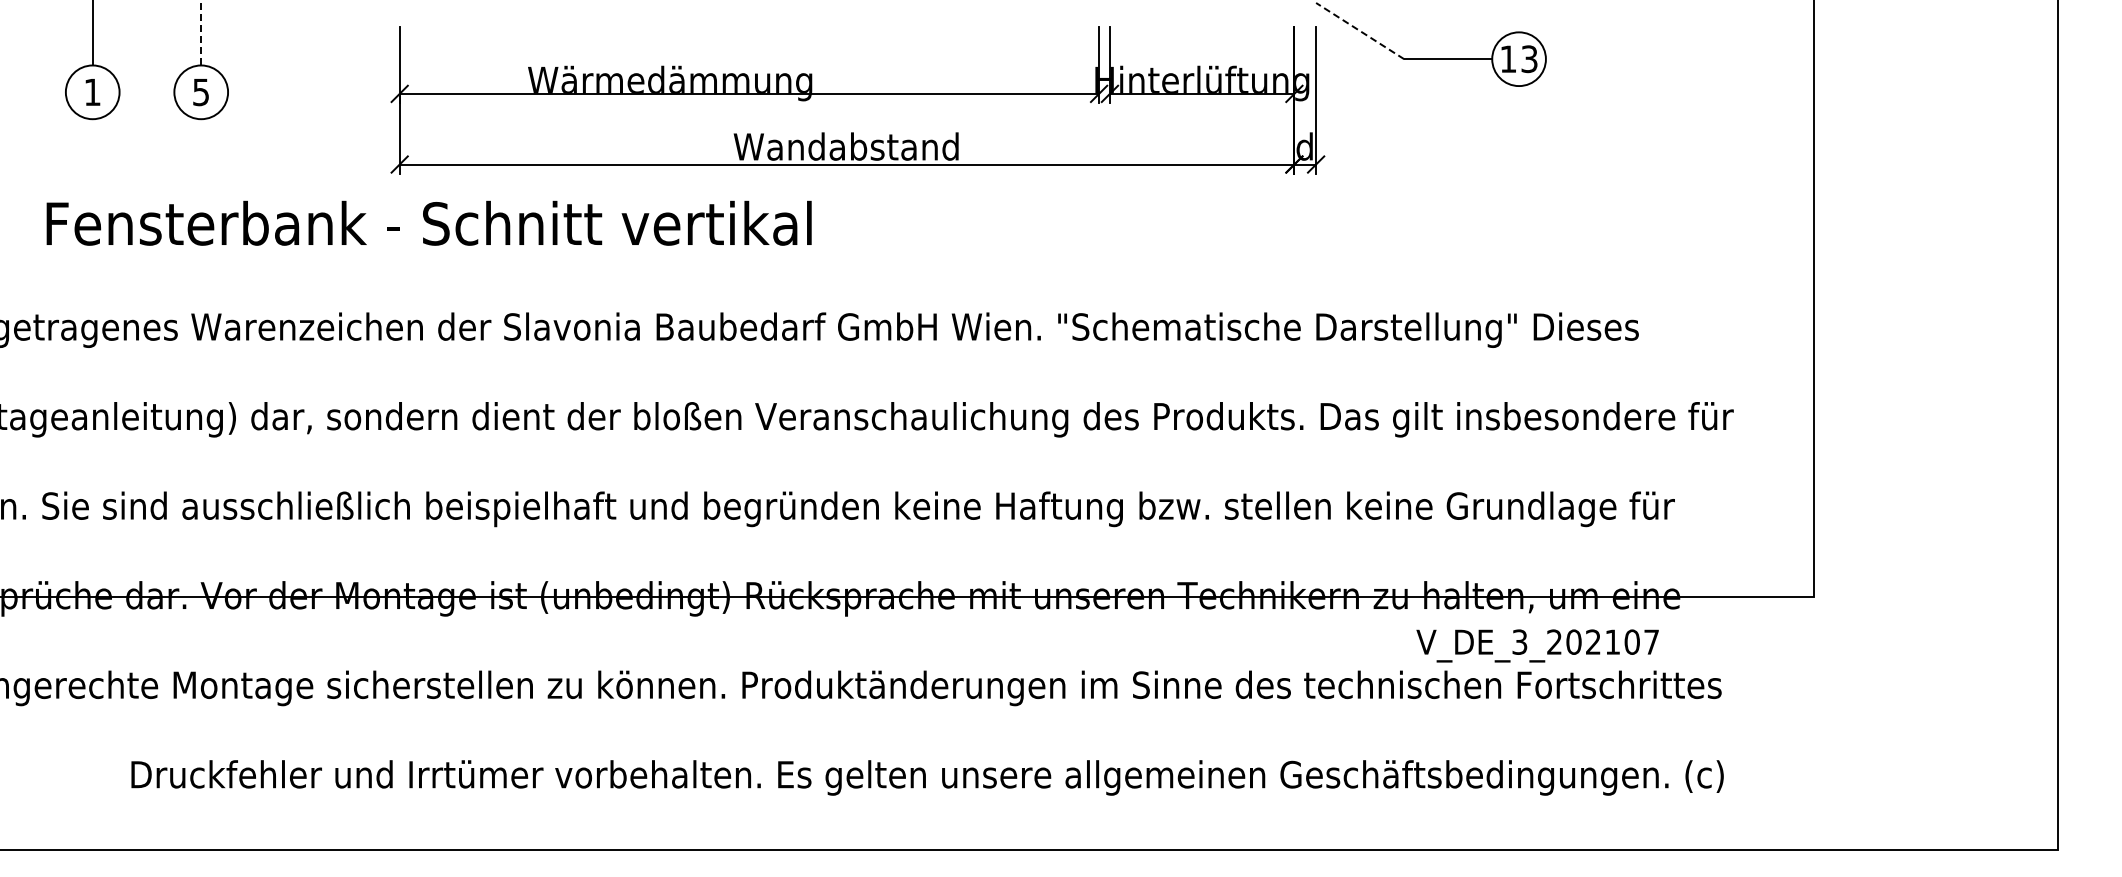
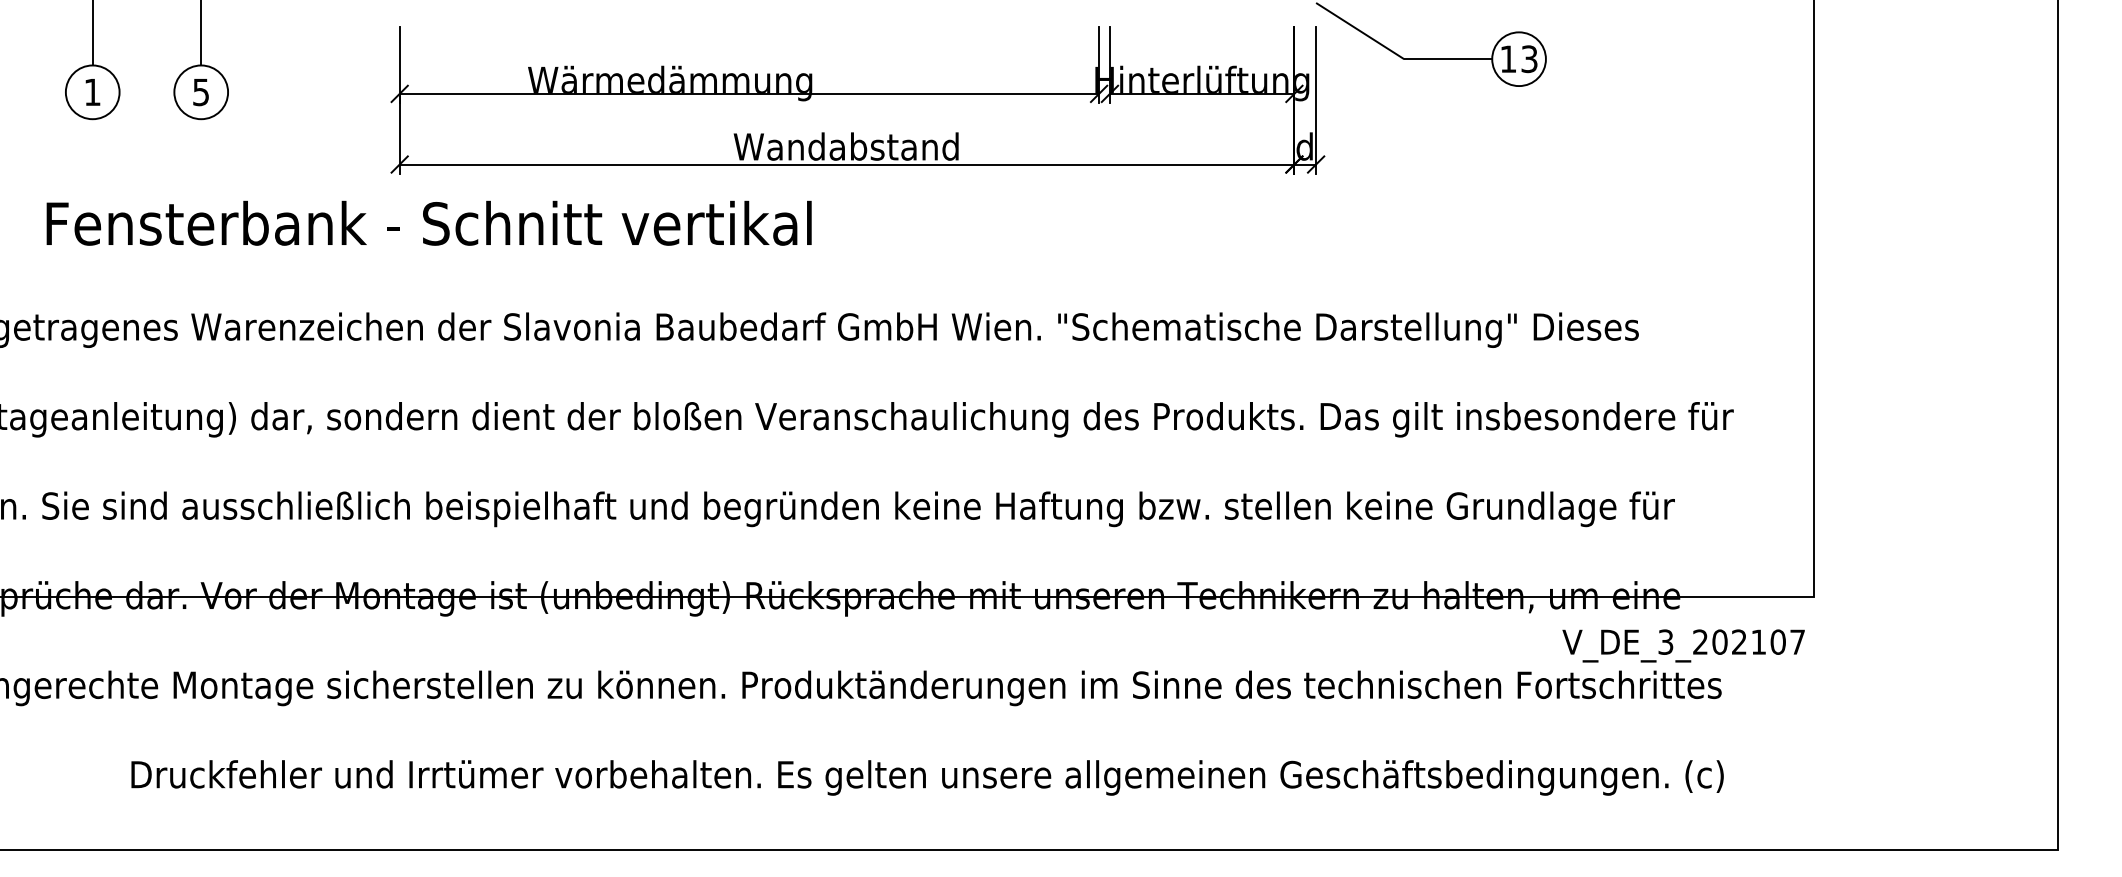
line at (1359, 30): dashed -> solid
line at (201, 32): dashed -> solid
text at (1537, 645) position: (1537, 645) -> (1683, 645)
